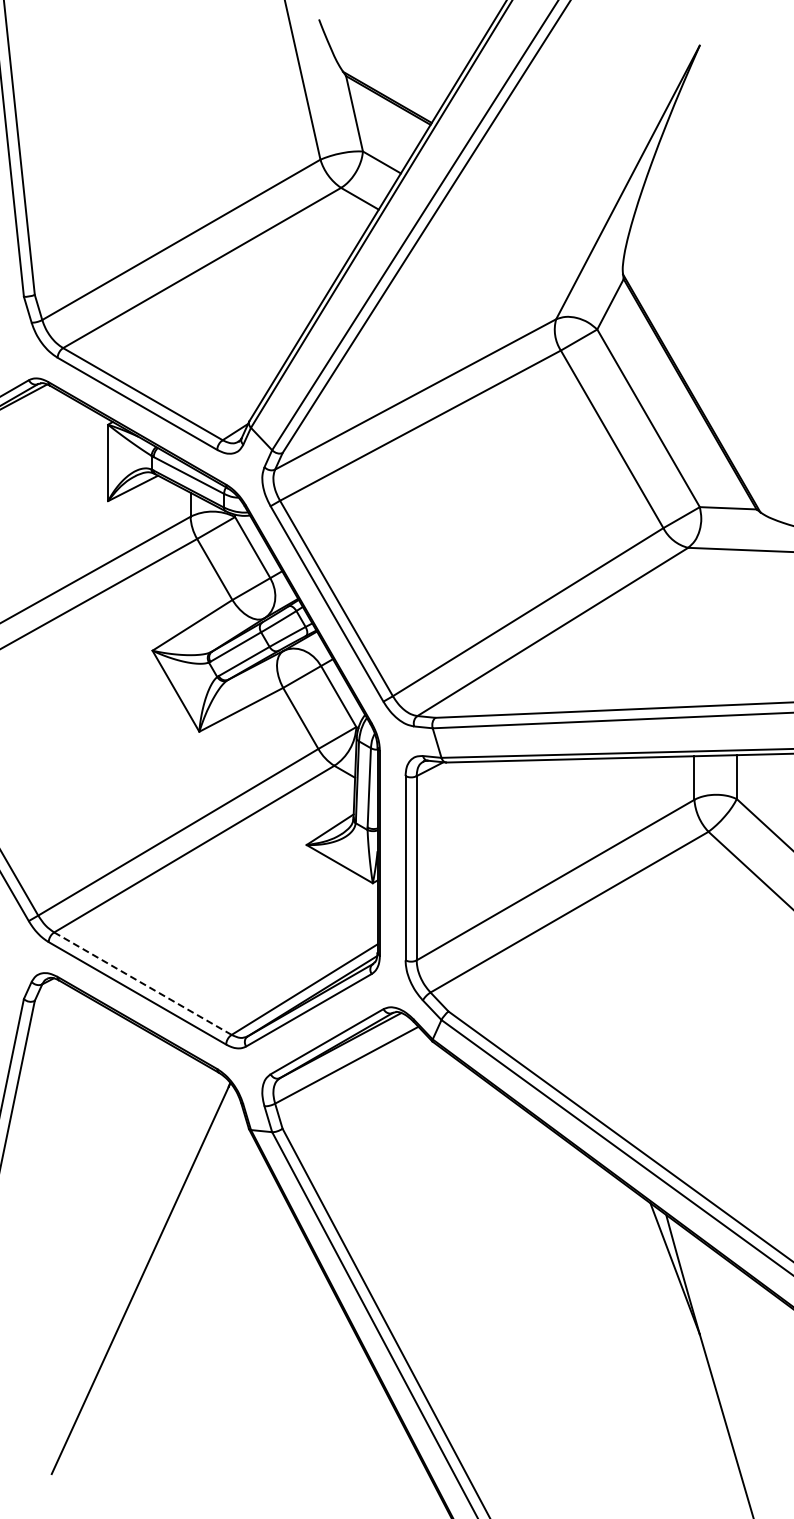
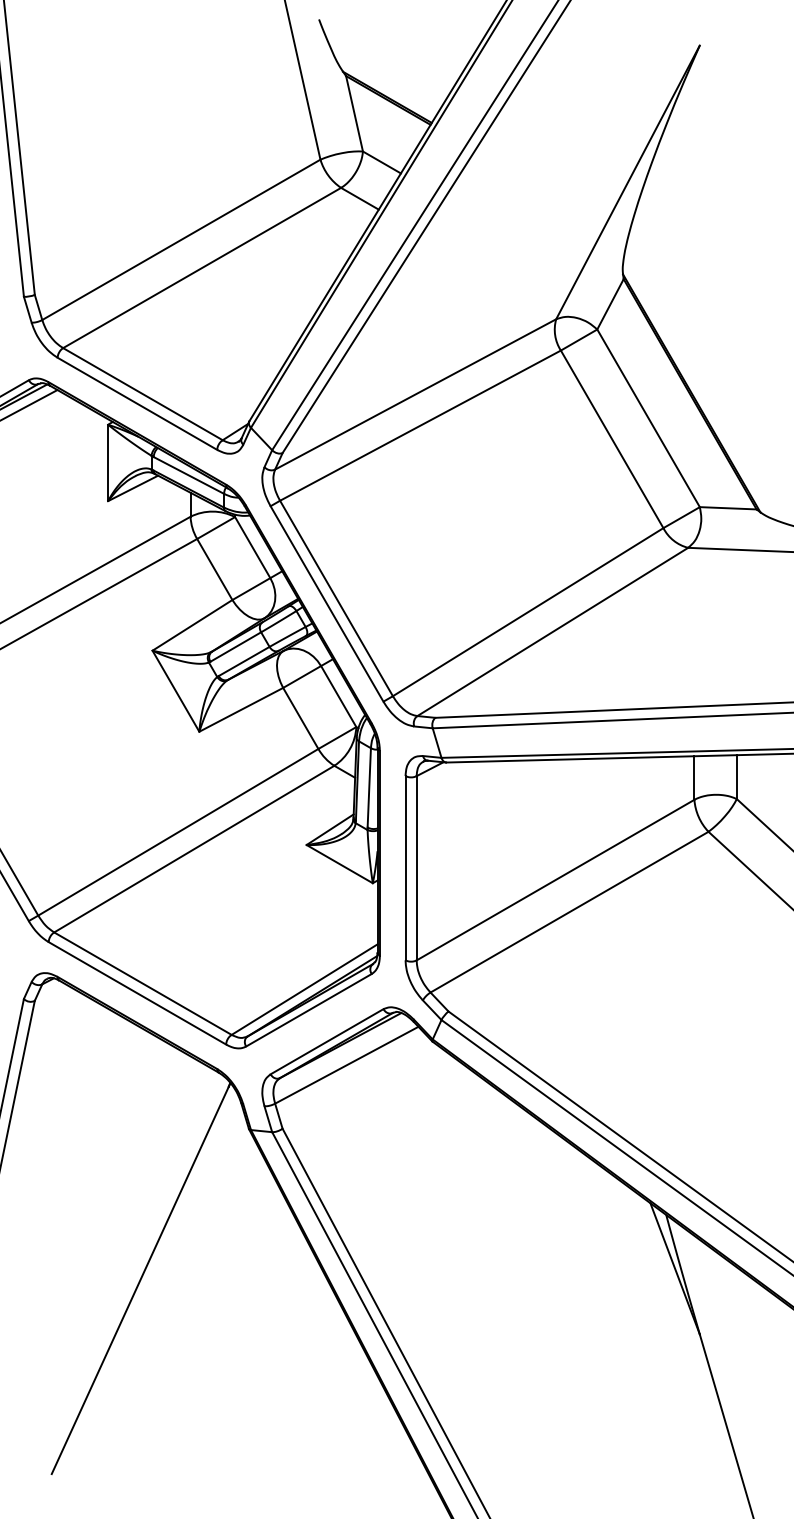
line at (29, 404): none -> present
line at (142, 983): dashed -> solid
